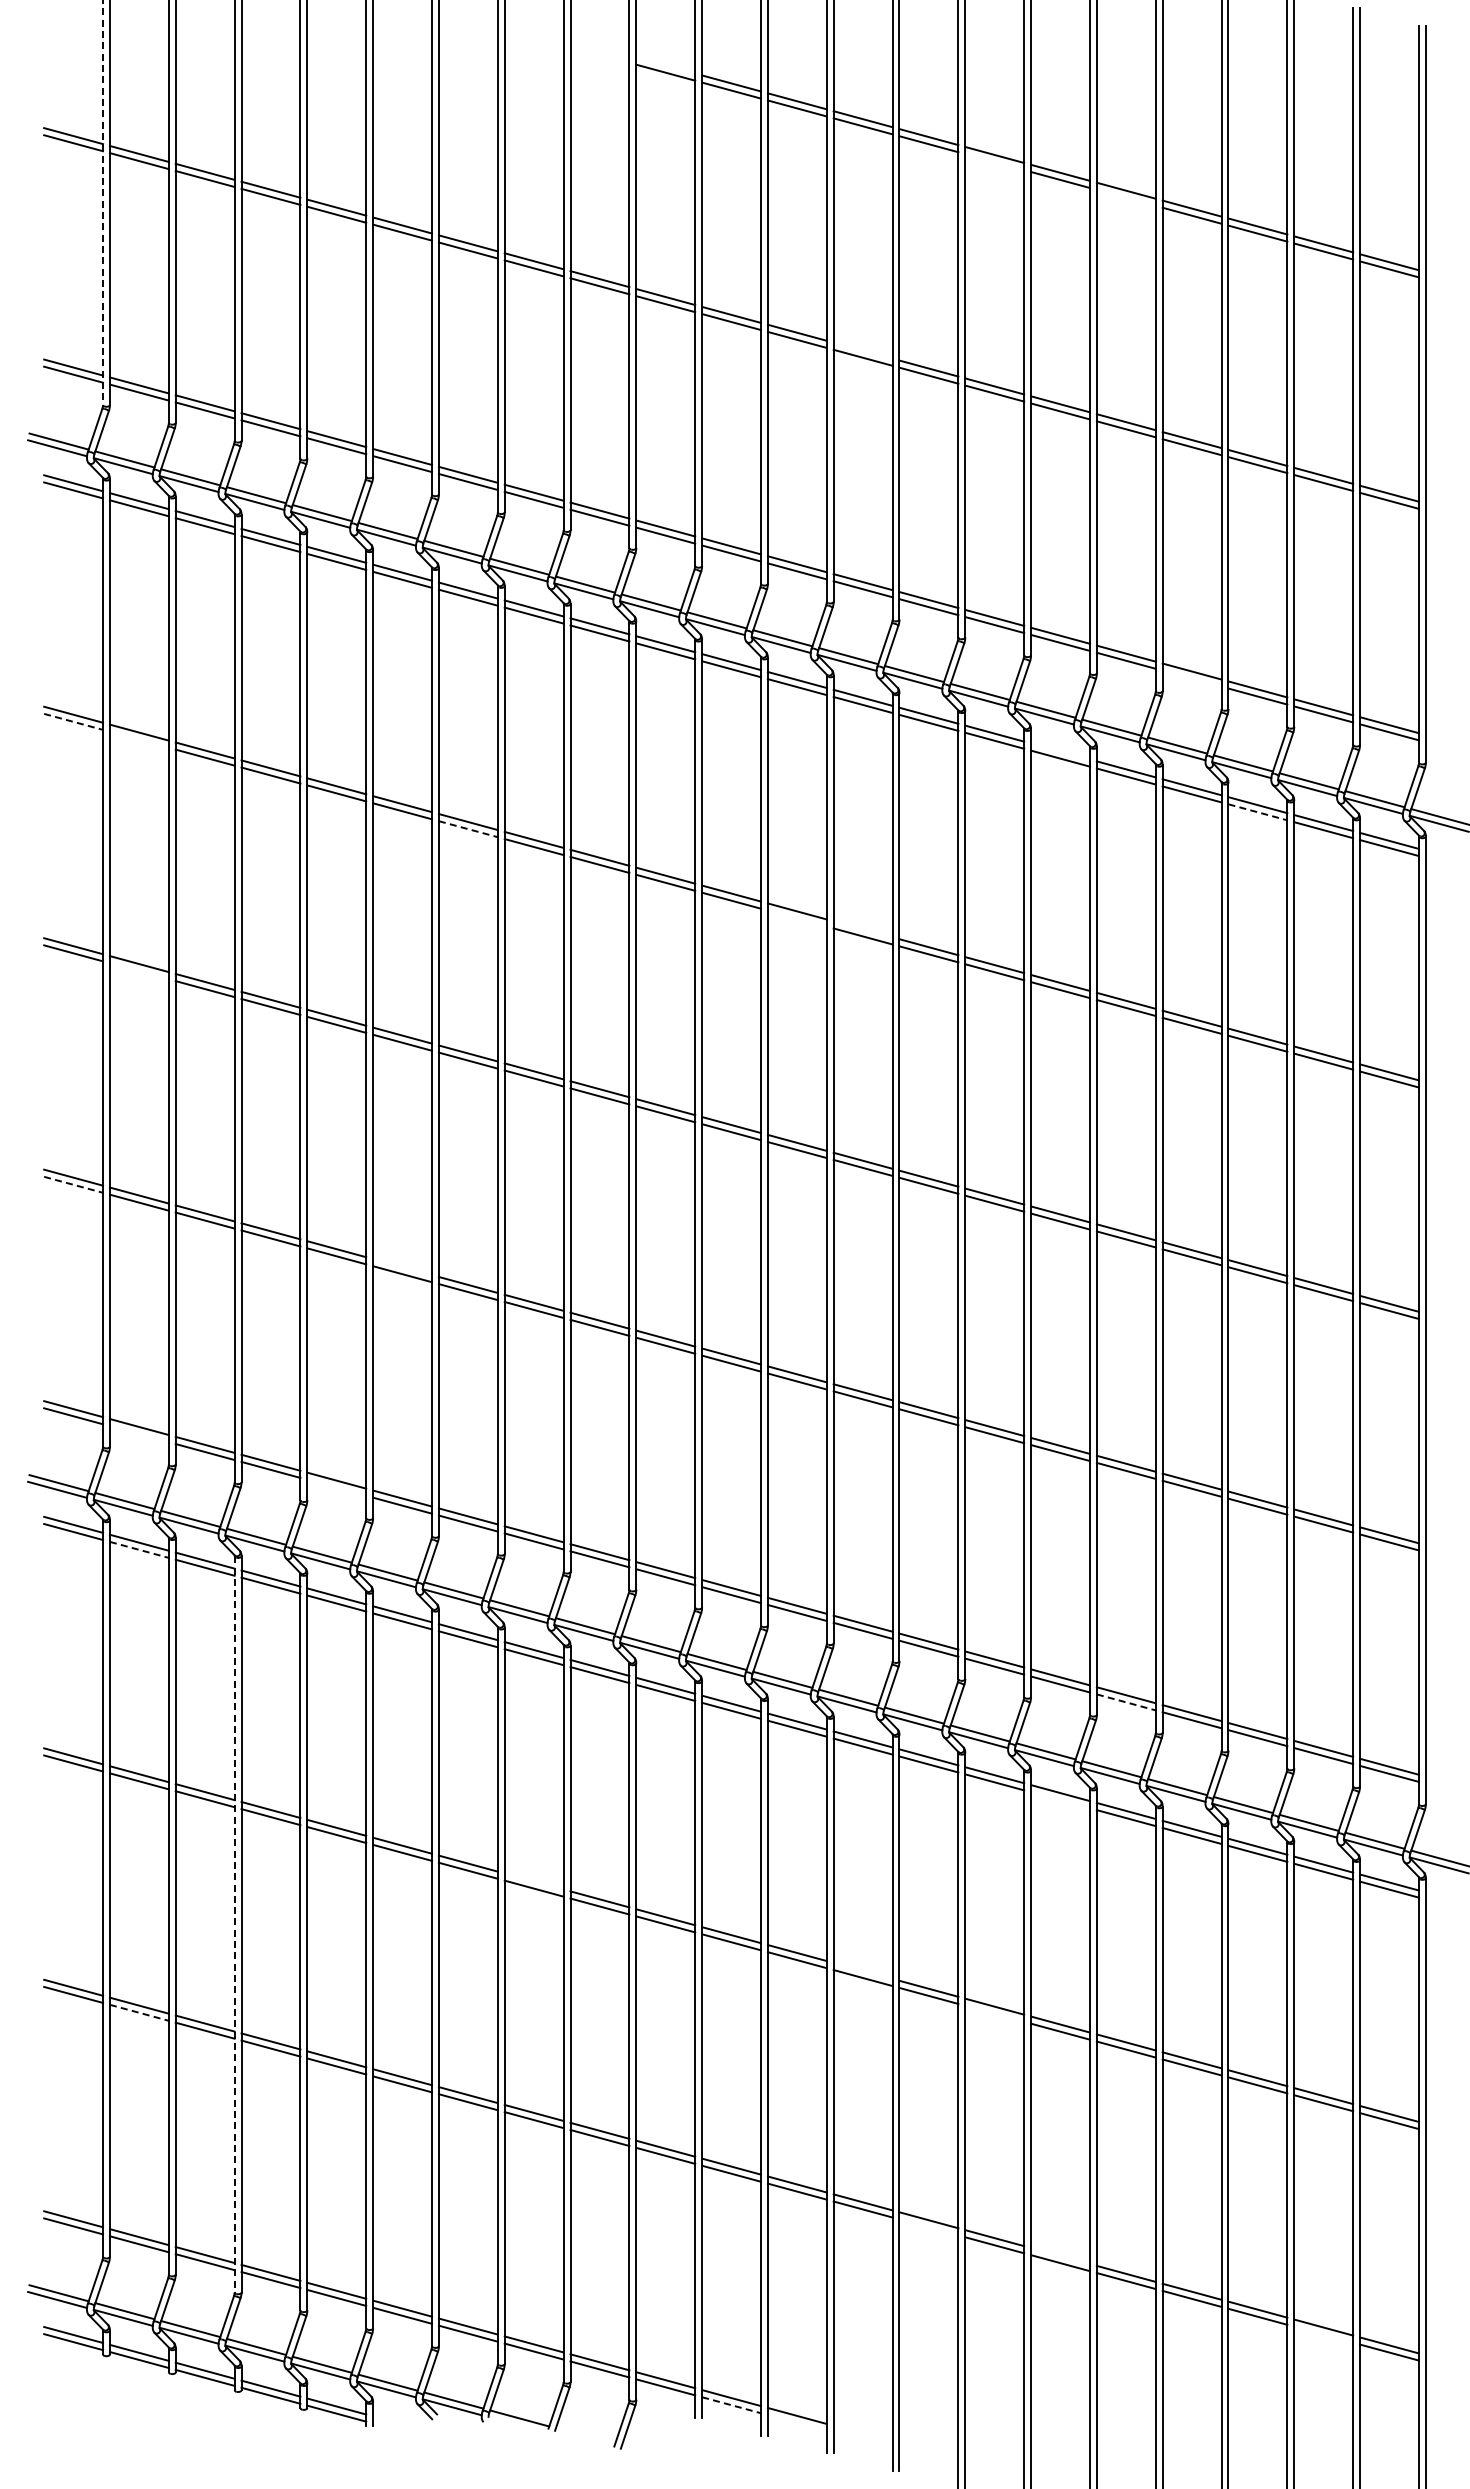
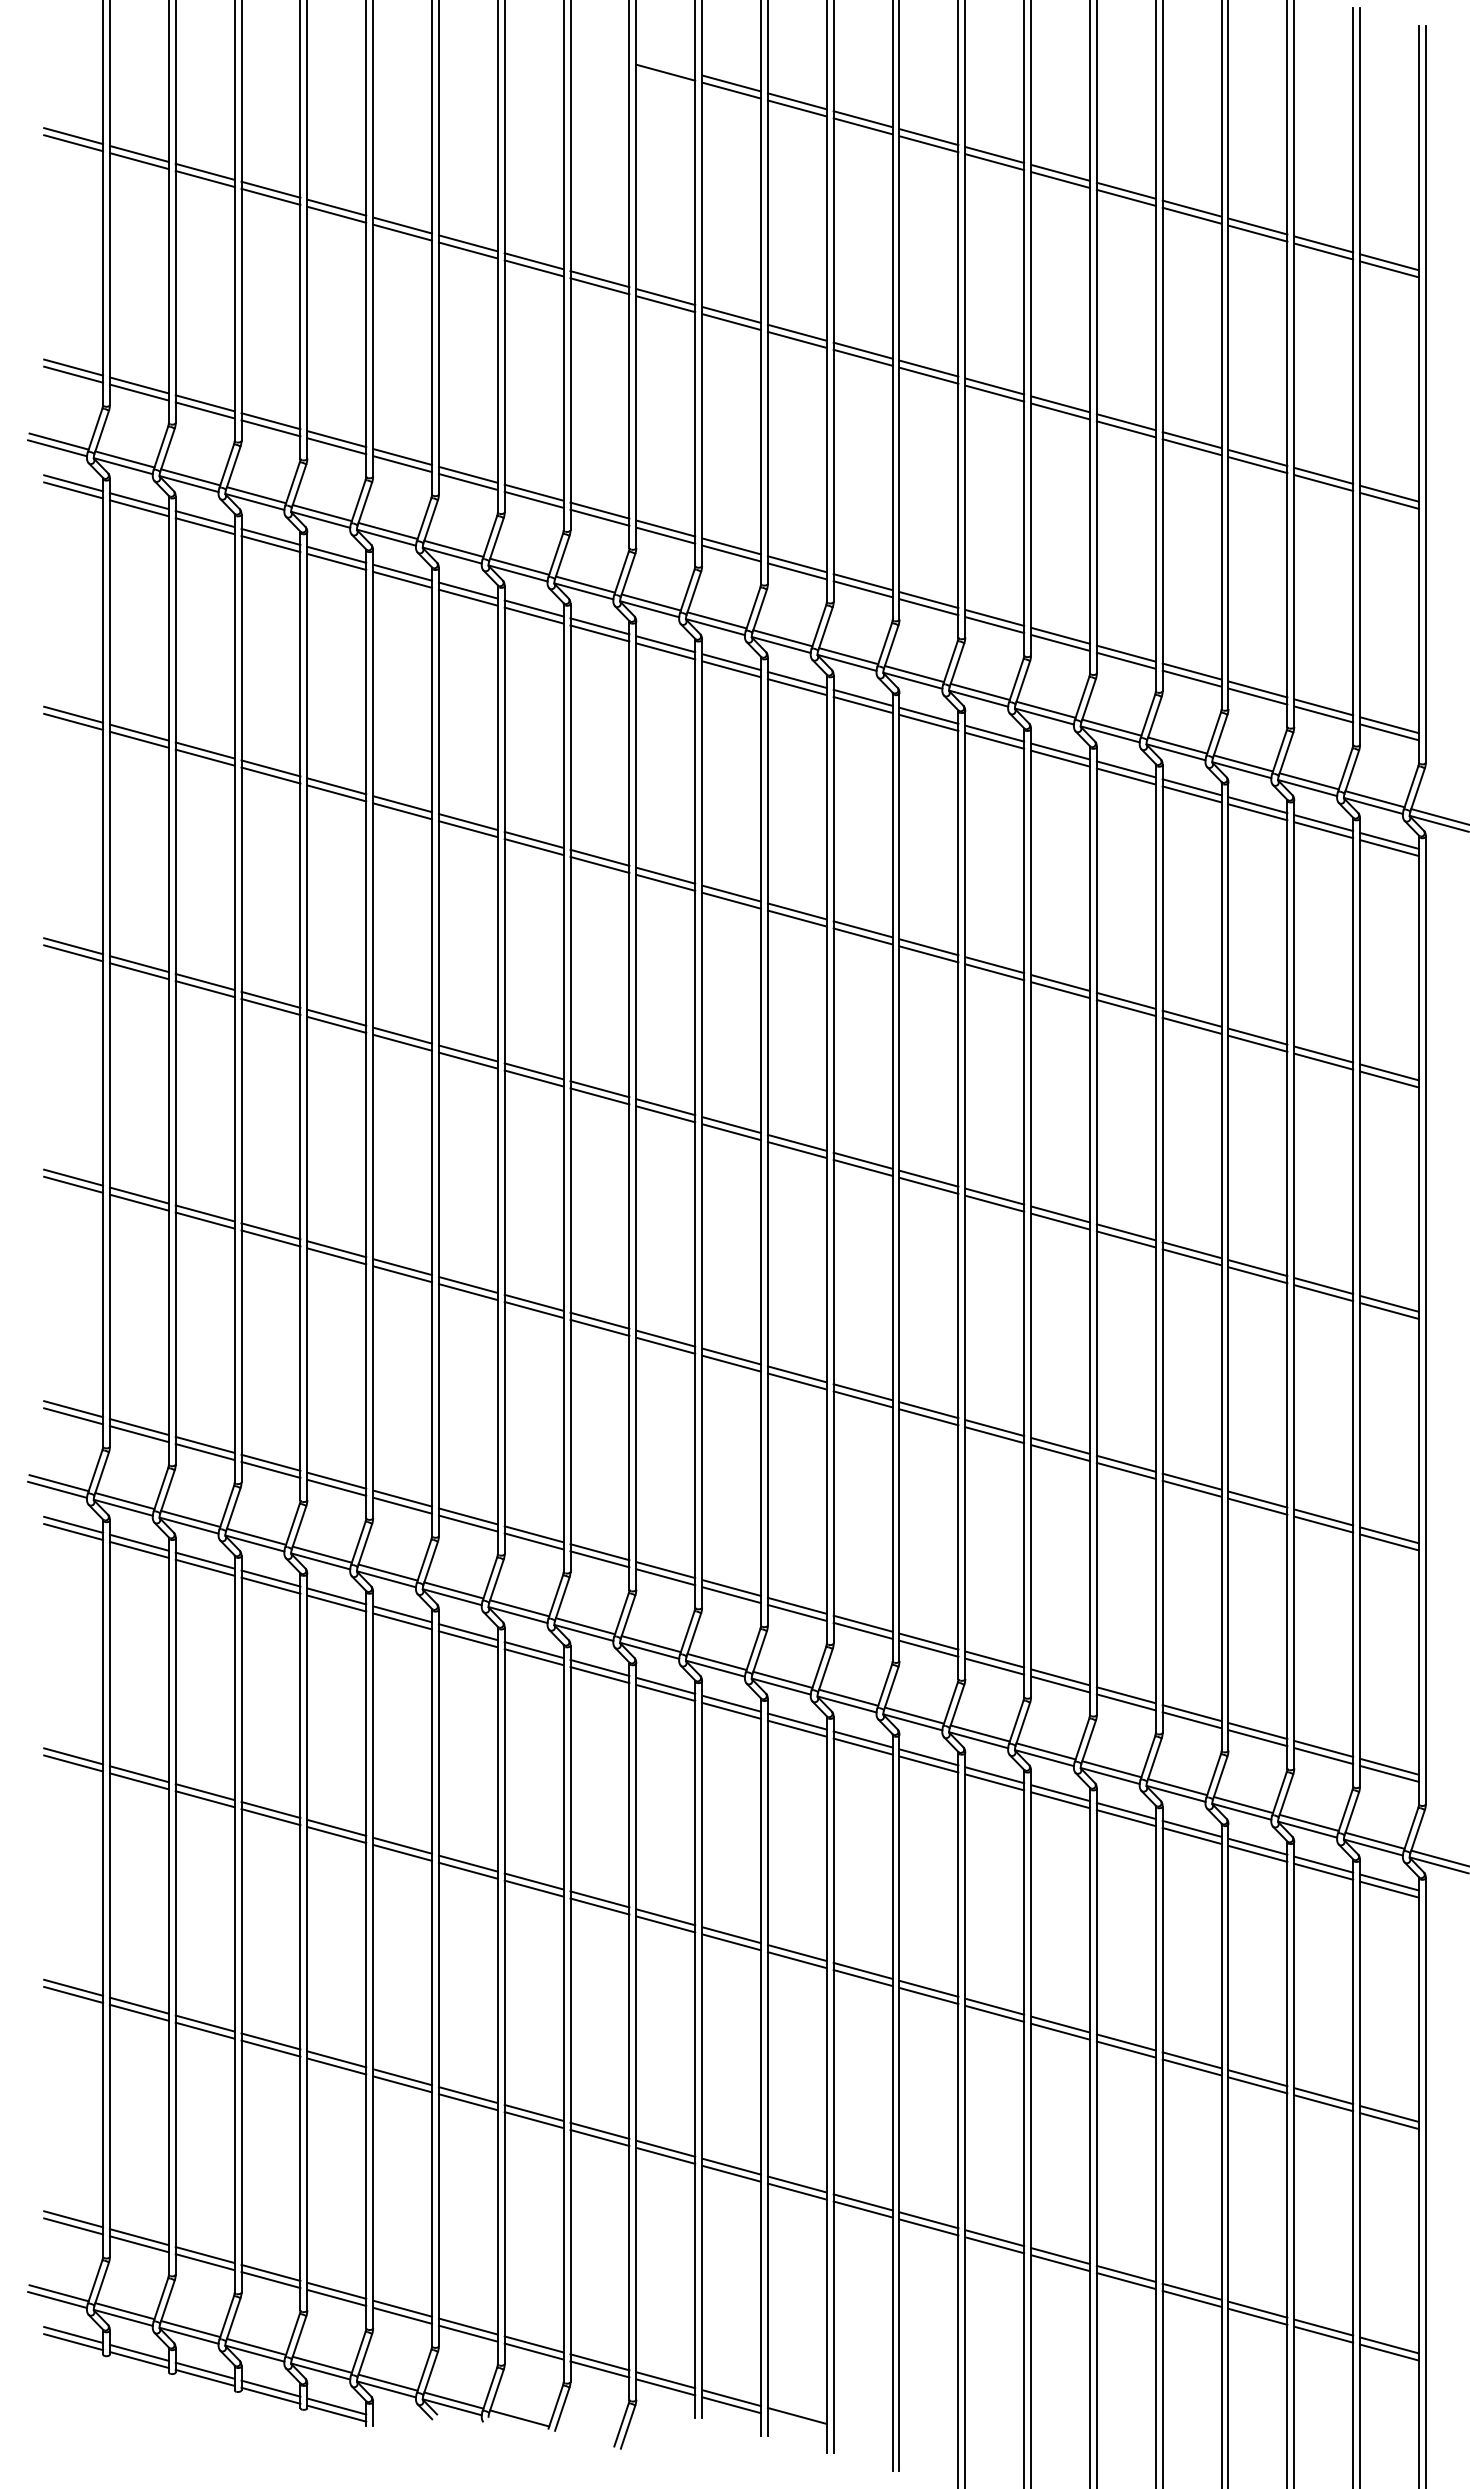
line at (994, 162): none -> present
line at (1125, 197): none -> present
line at (103, 203): dashed -> solid
line at (862, 350): none -> present
line at (1191, 678): none -> present
line at (73, 721): dashed -> solid
line at (138, 739): none -> present
line at (1060, 751): none -> present
line at (1257, 812): dashed -> solid
line at (468, 829): dashed -> solid
line at (796, 918): none -> present
line at (862, 929): none -> present
line at (138, 971): none -> present
line at (73, 1184): dashed -> solid
line at (402, 1267): none -> present
line at (138, 1434): none -> present
line at (336, 1487): none -> present
line at (139, 1549): dashed -> solid
line at (1126, 1702): dashed -> solid
line at (1060, 1800): none -> present
line at (533, 1881): none -> present
line at (234, 1924): dashed -> solid
line at (862, 1970): none -> present
line at (139, 2012): dashed -> solid
line at (994, 2013): none -> present
line at (928, 2227): none -> present
line at (1060, 2256): none -> present
line at (1323, 2334): none -> present
line at (731, 2405): dashed -> solid
